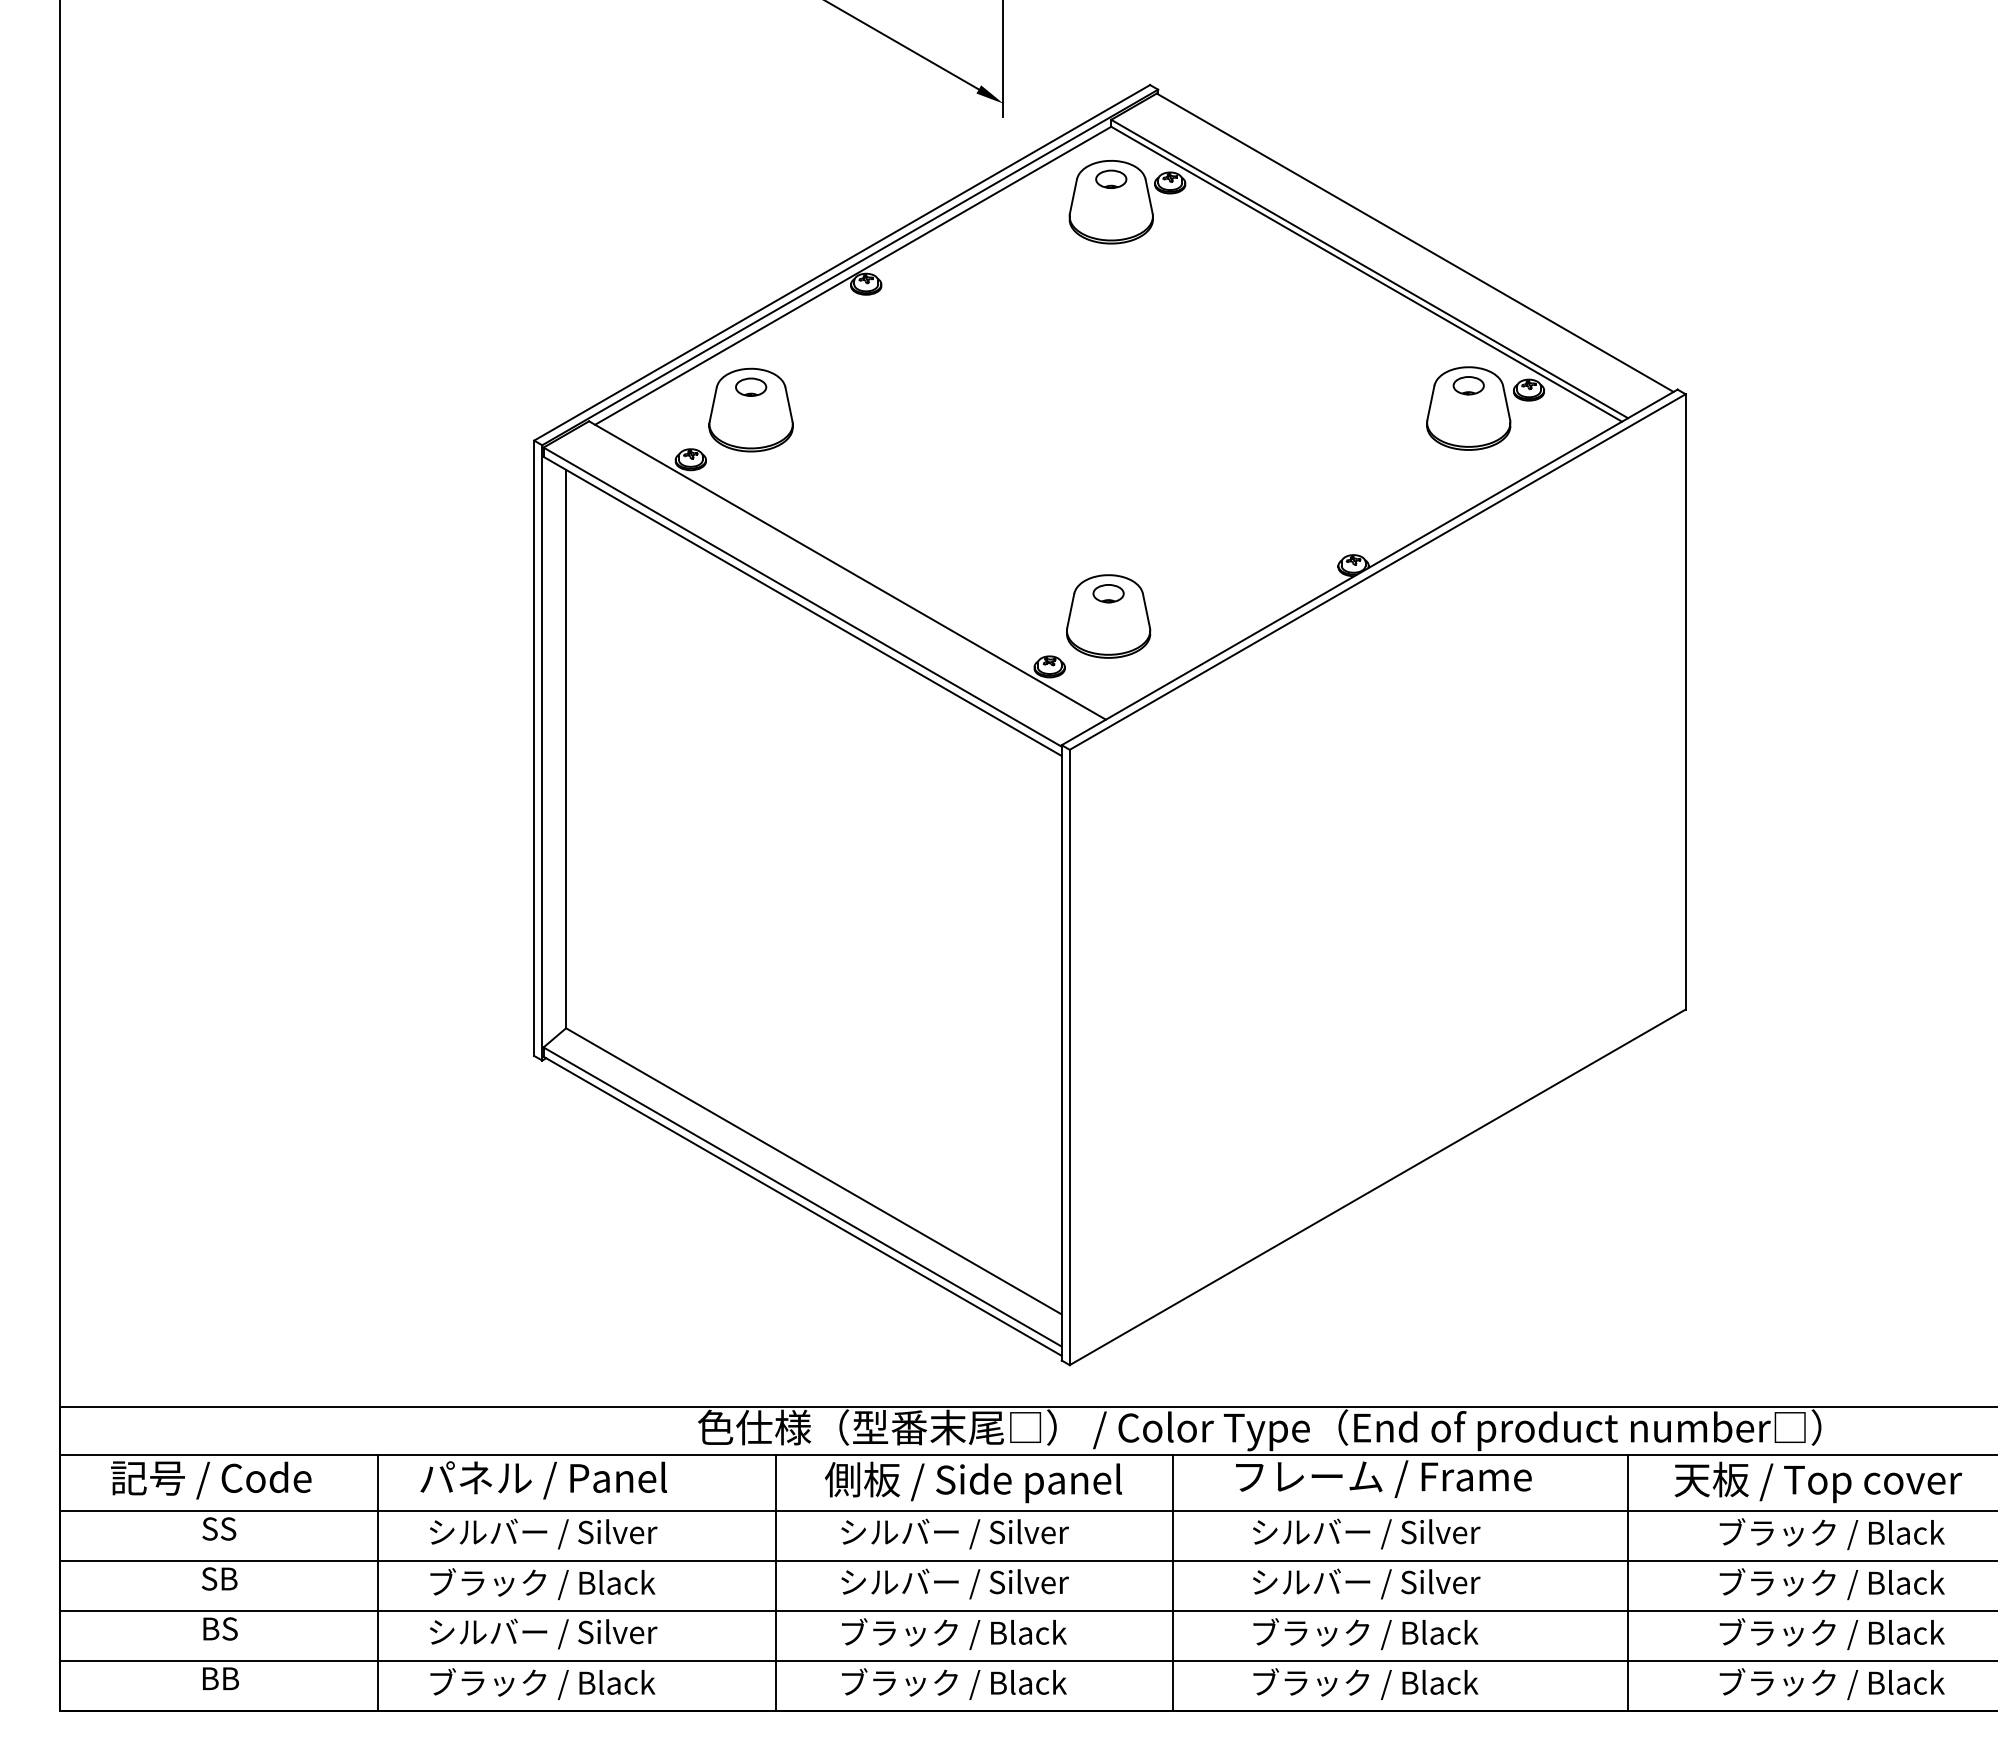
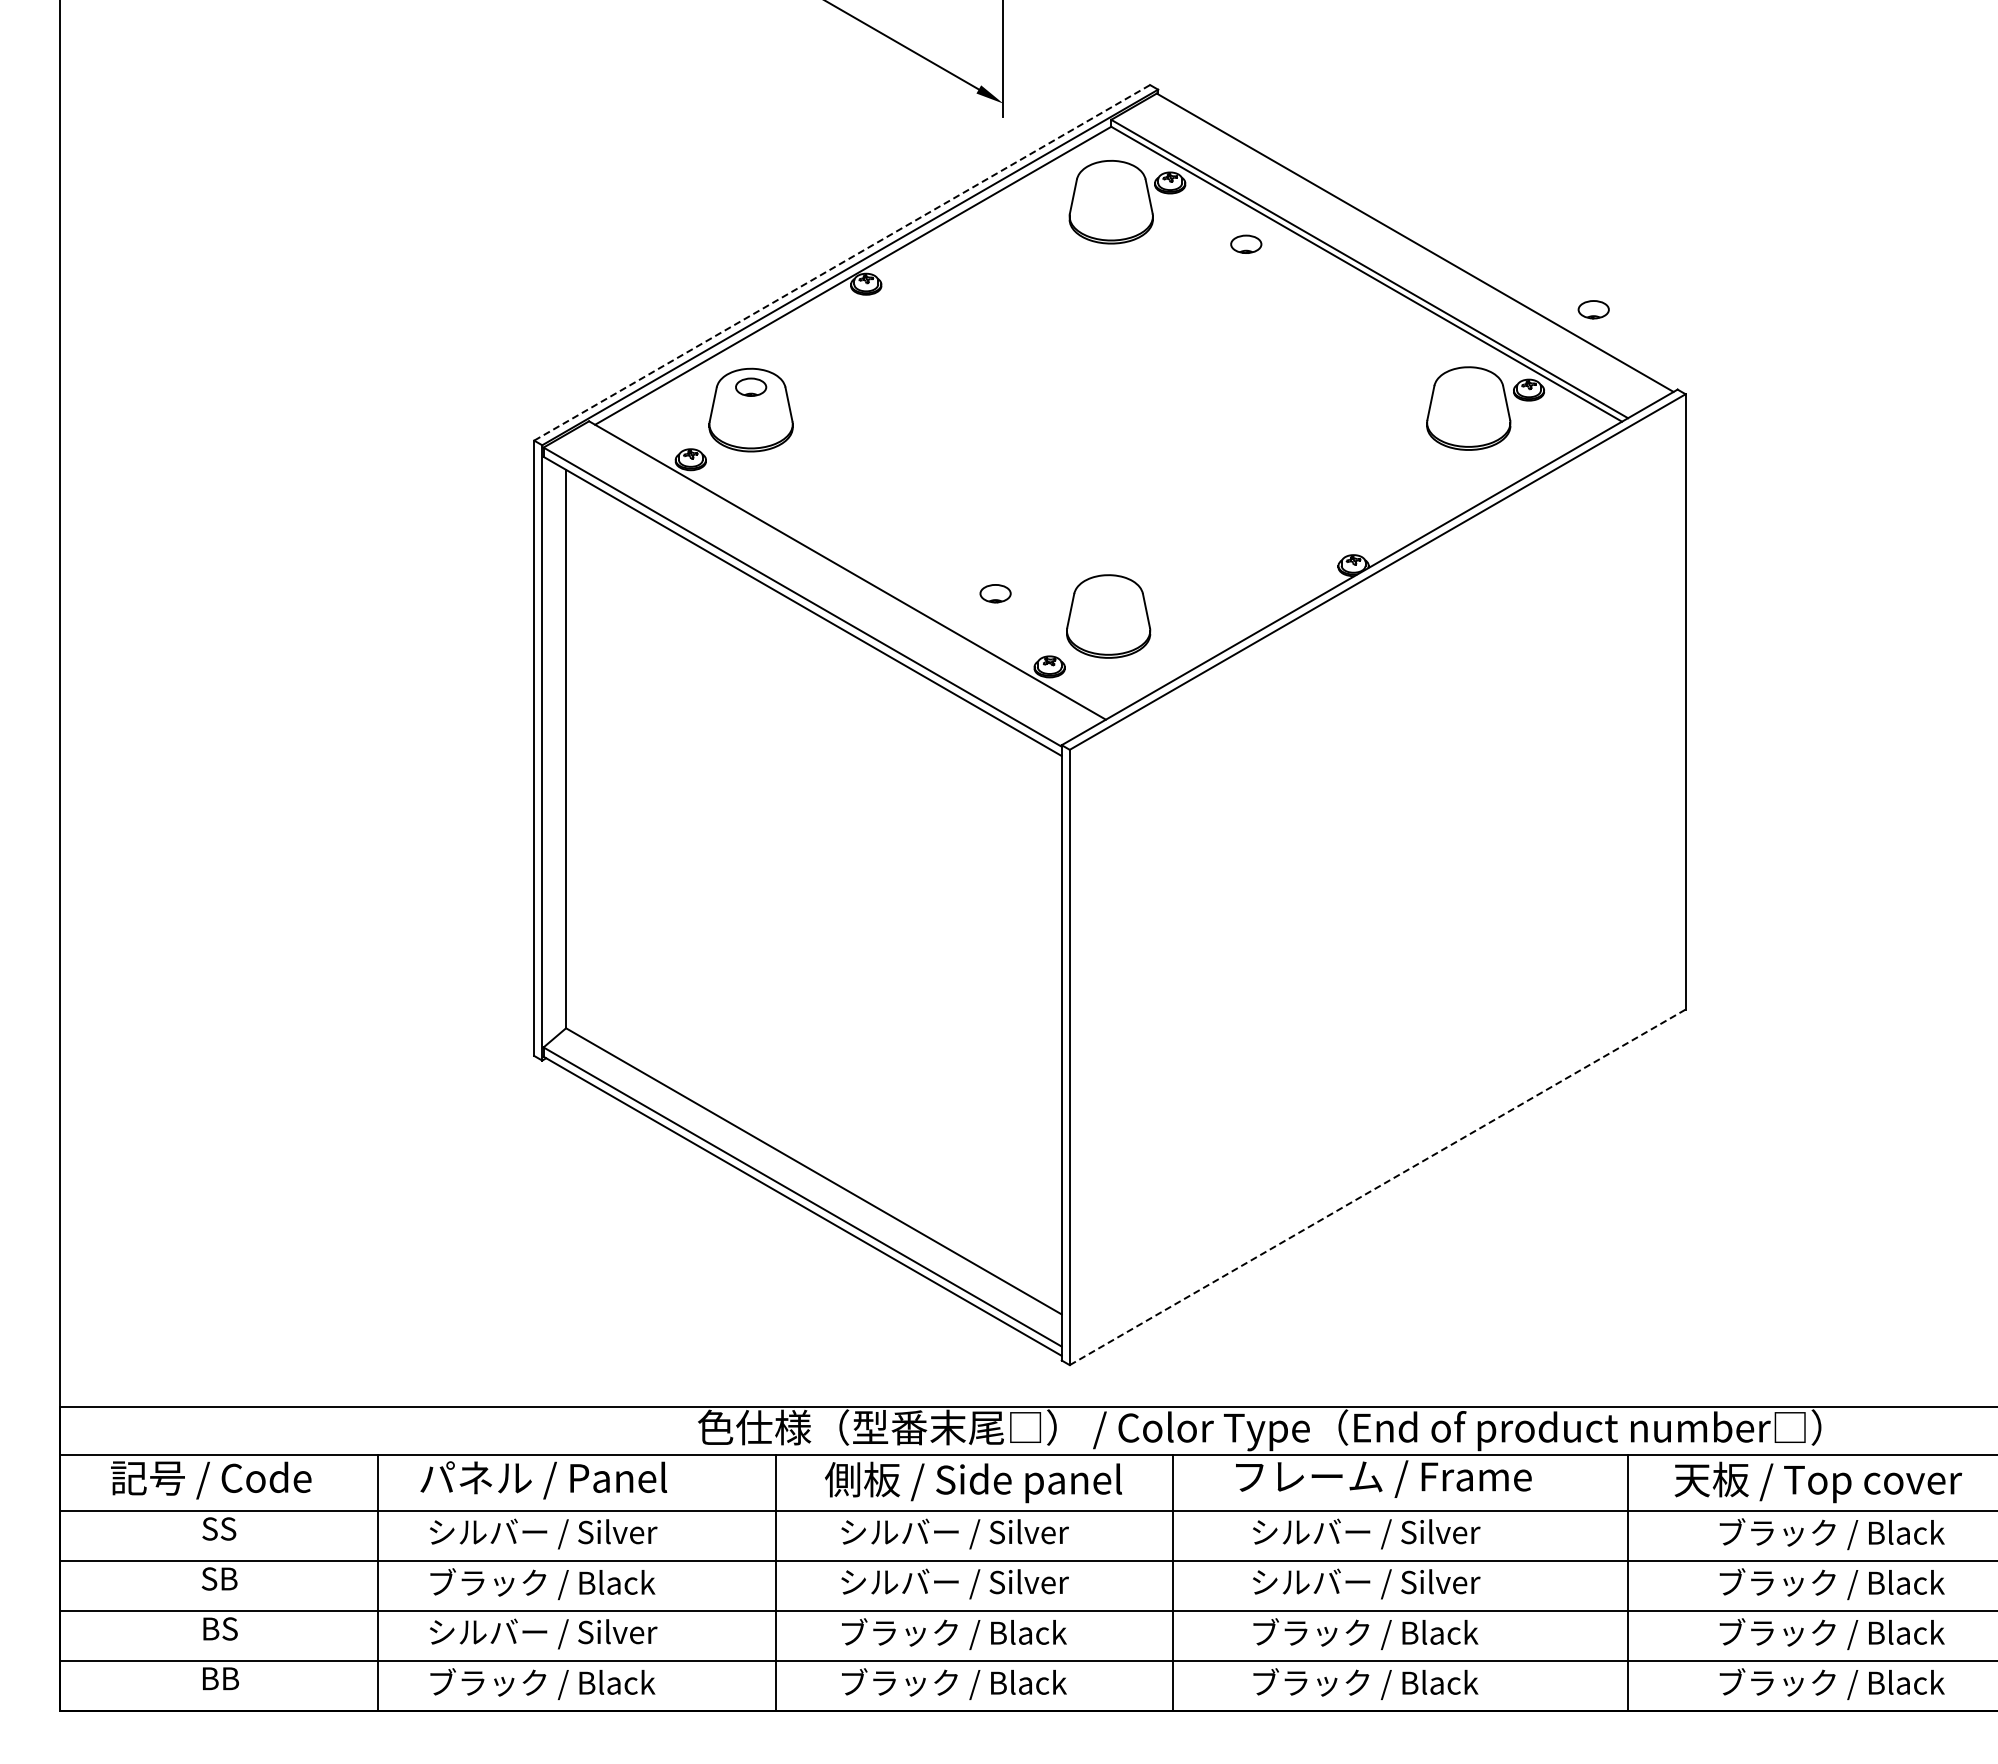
part at (1111, 178) position: (1111, 178) -> (1246, 243)
line at (842, 262): solid -> dashed
part at (1468, 385) position: (1468, 385) -> (1593, 309)
part at (1108, 593) position: (1108, 593) -> (995, 593)
line at (1377, 1187): solid -> dashed
